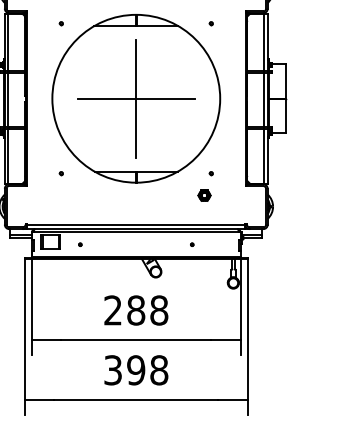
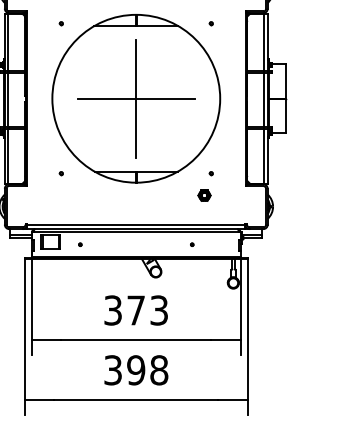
text at (136, 310): 288 -> 373
